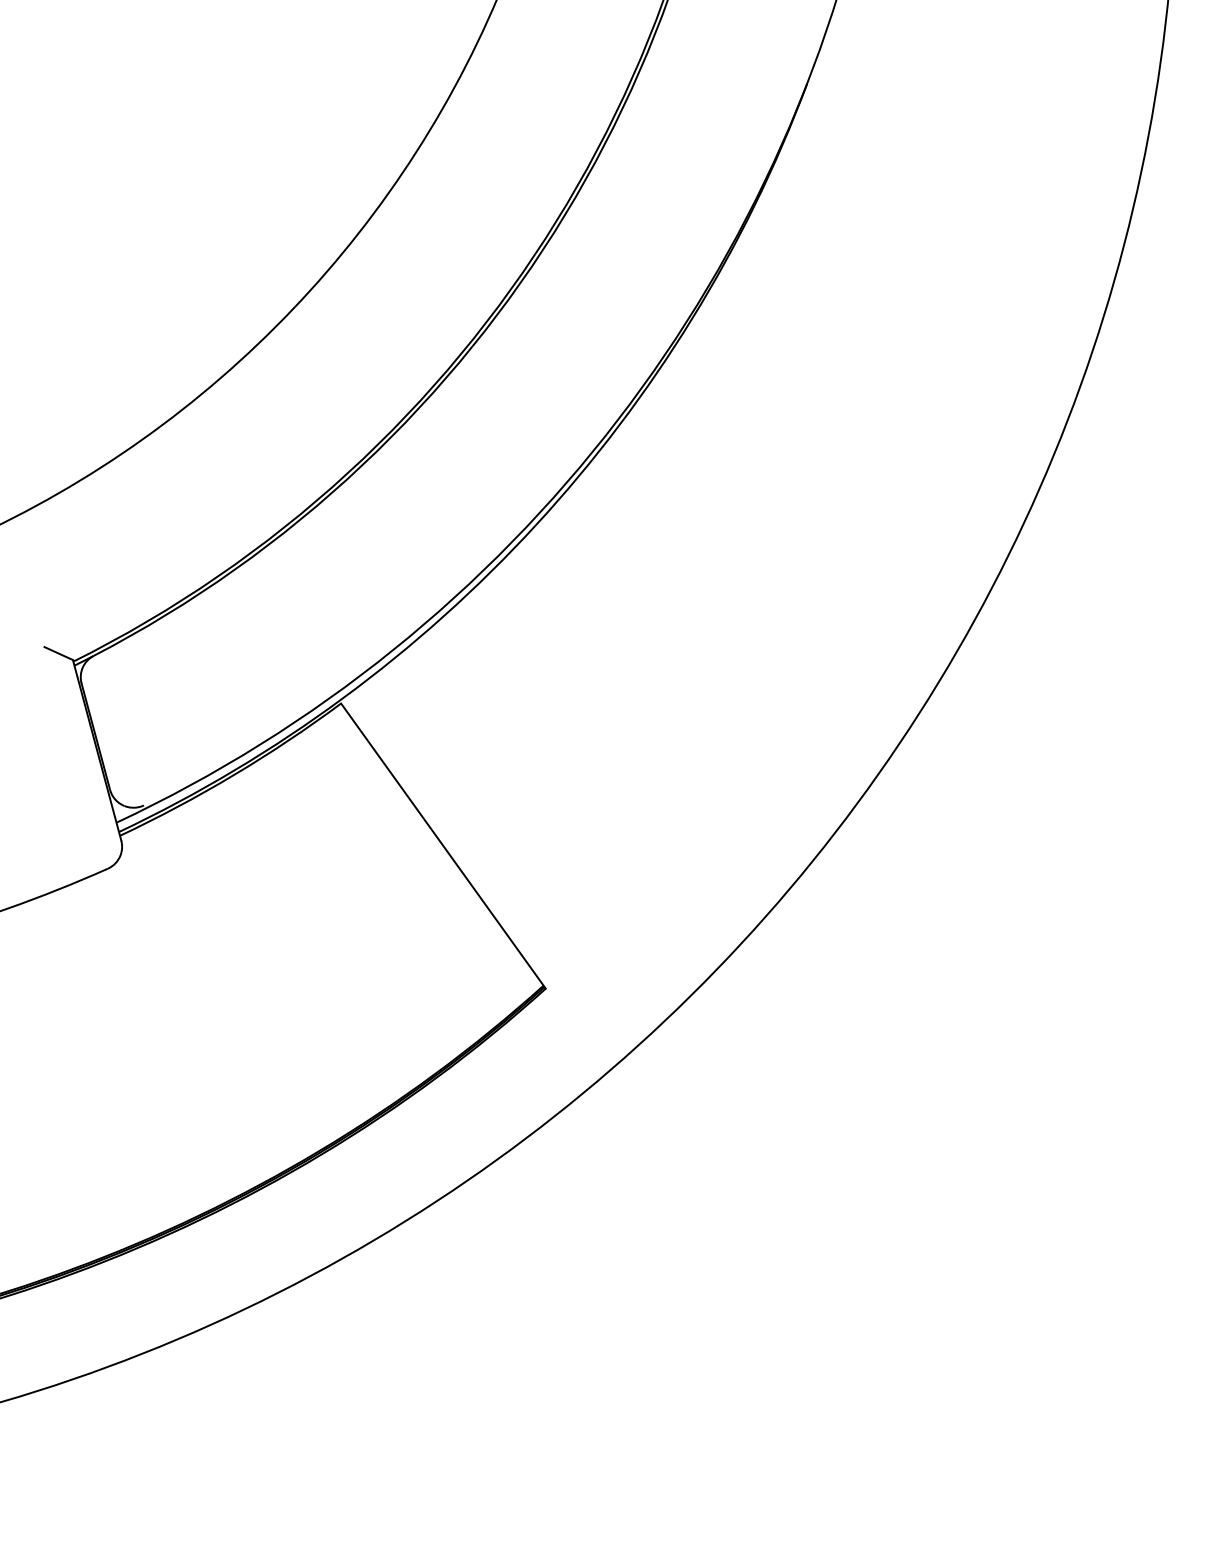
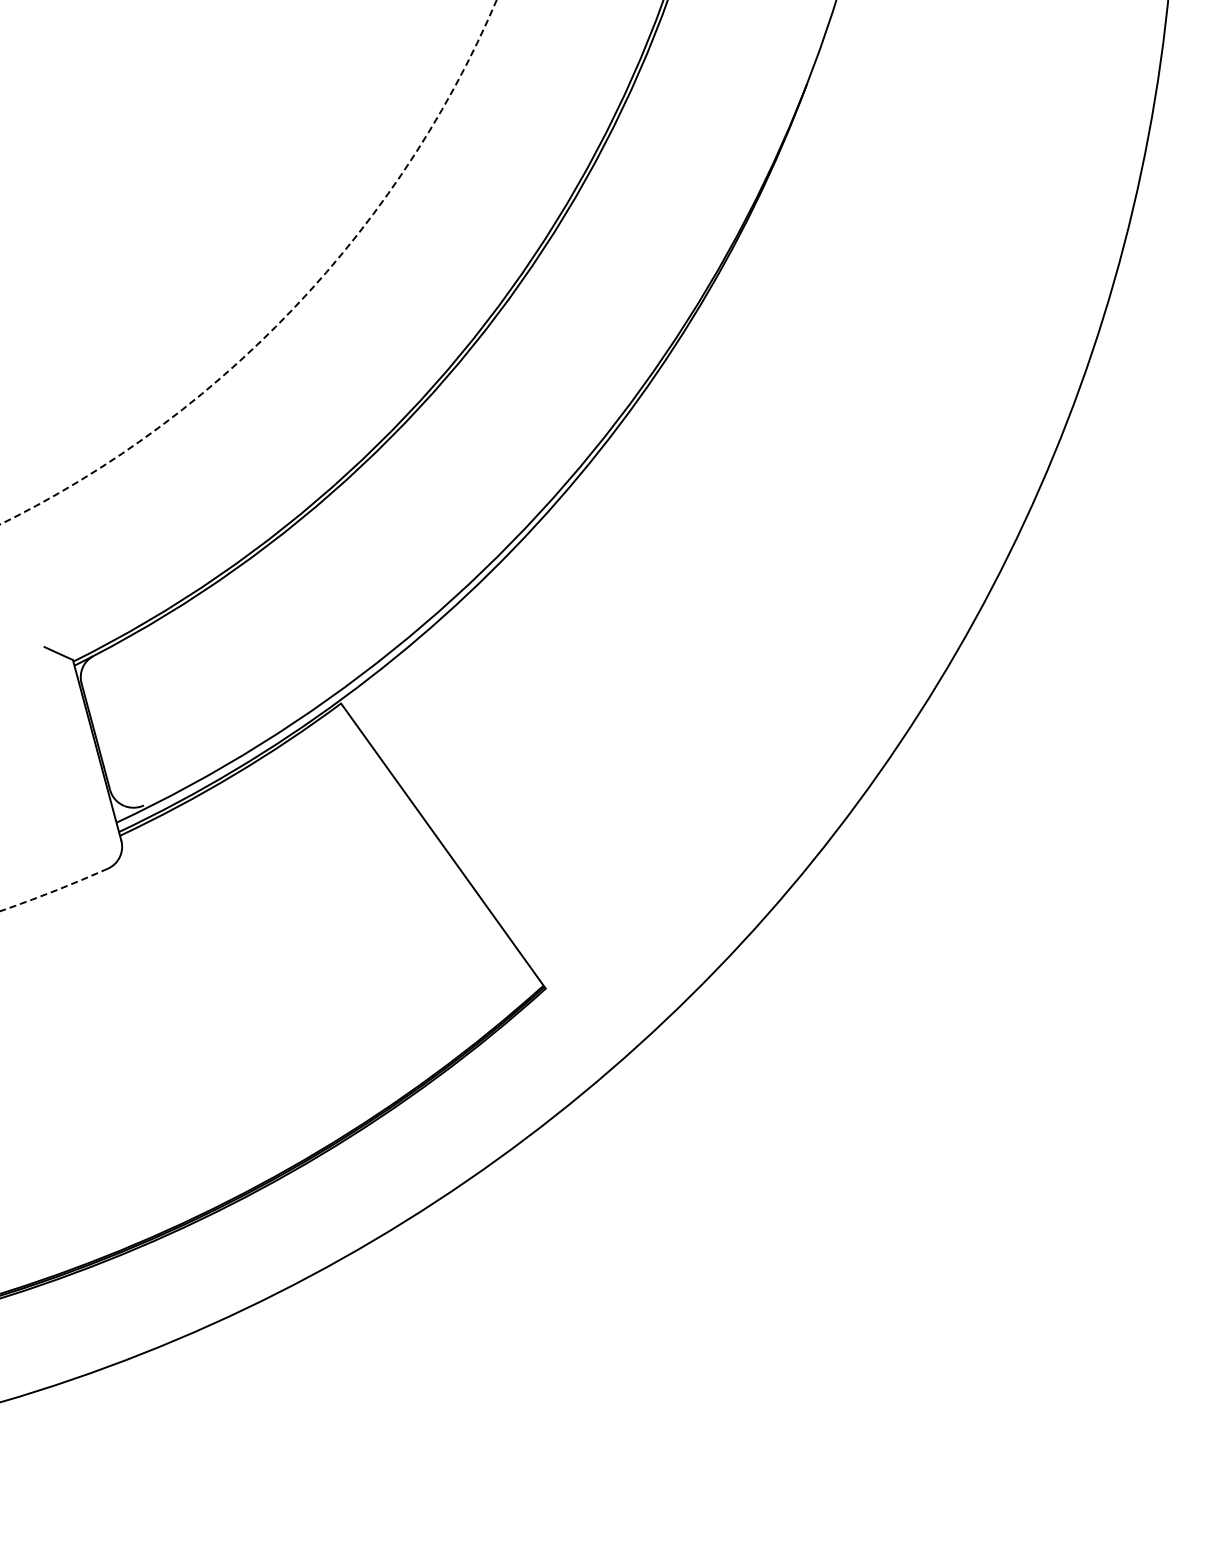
circle at (248, 262): solid -> dashed
arc at (54, 890): solid -> dashed
